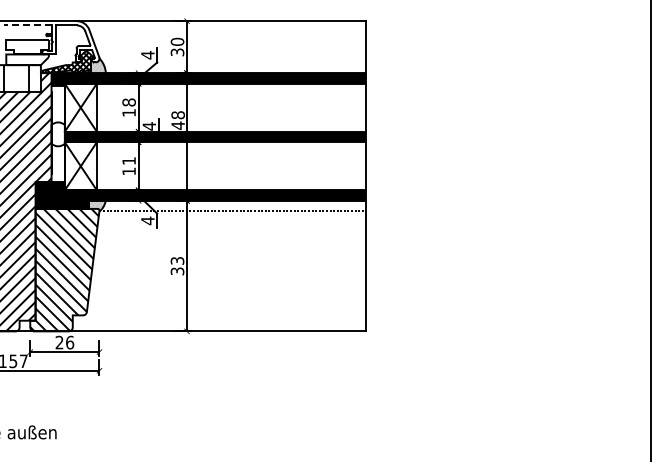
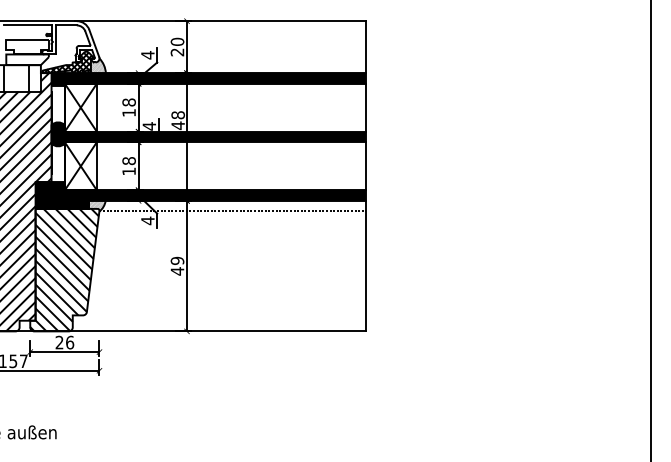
line at (27, 25): dashed -> solid
text at (177, 52): 30 -> 20
fill at (57, 134): none -> present
text at (128, 161): 11 -> 18
text at (177, 265): 33 -> 49
